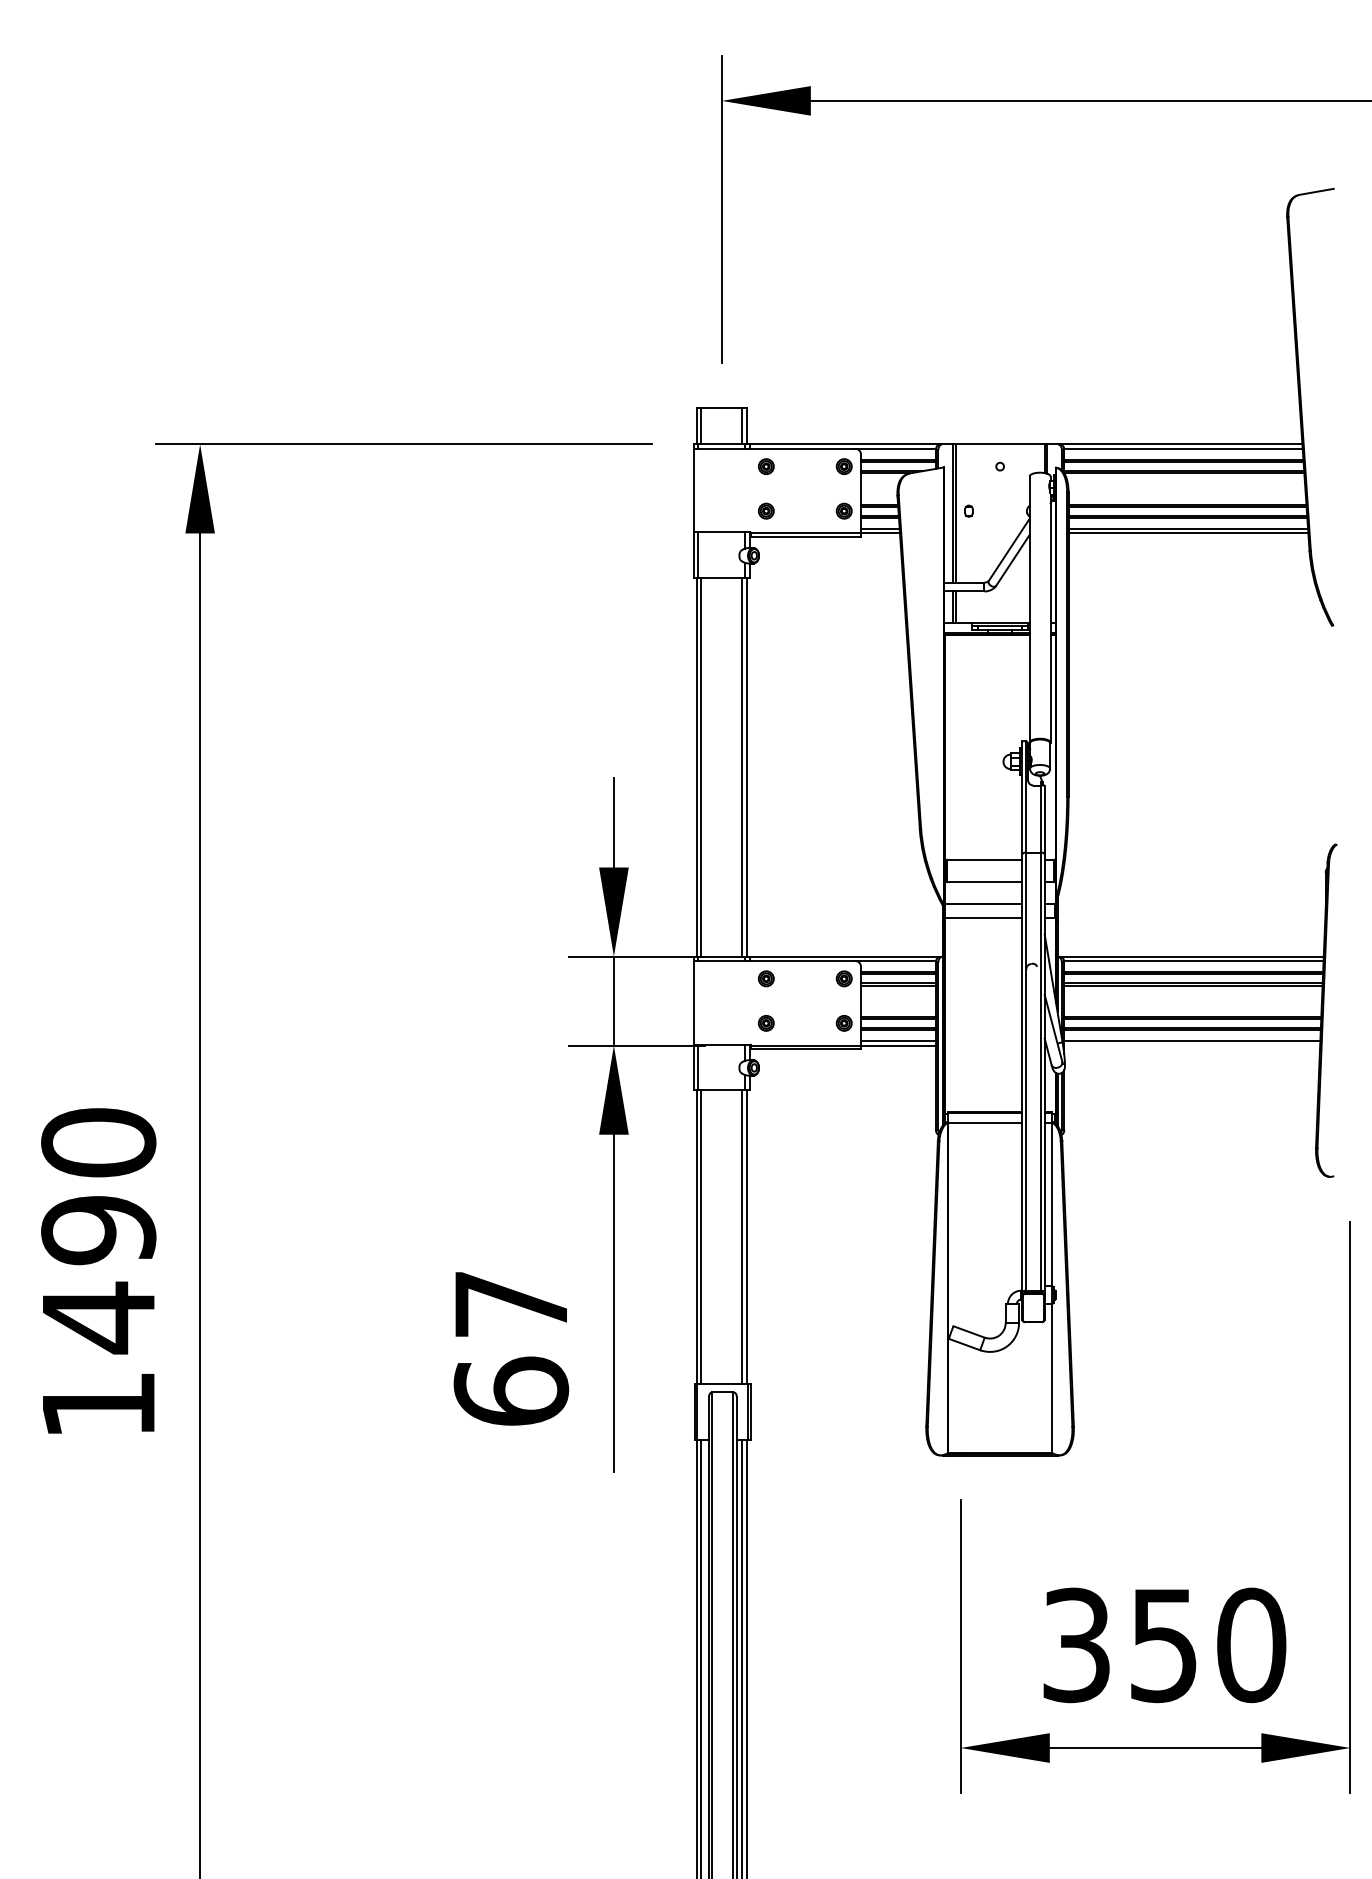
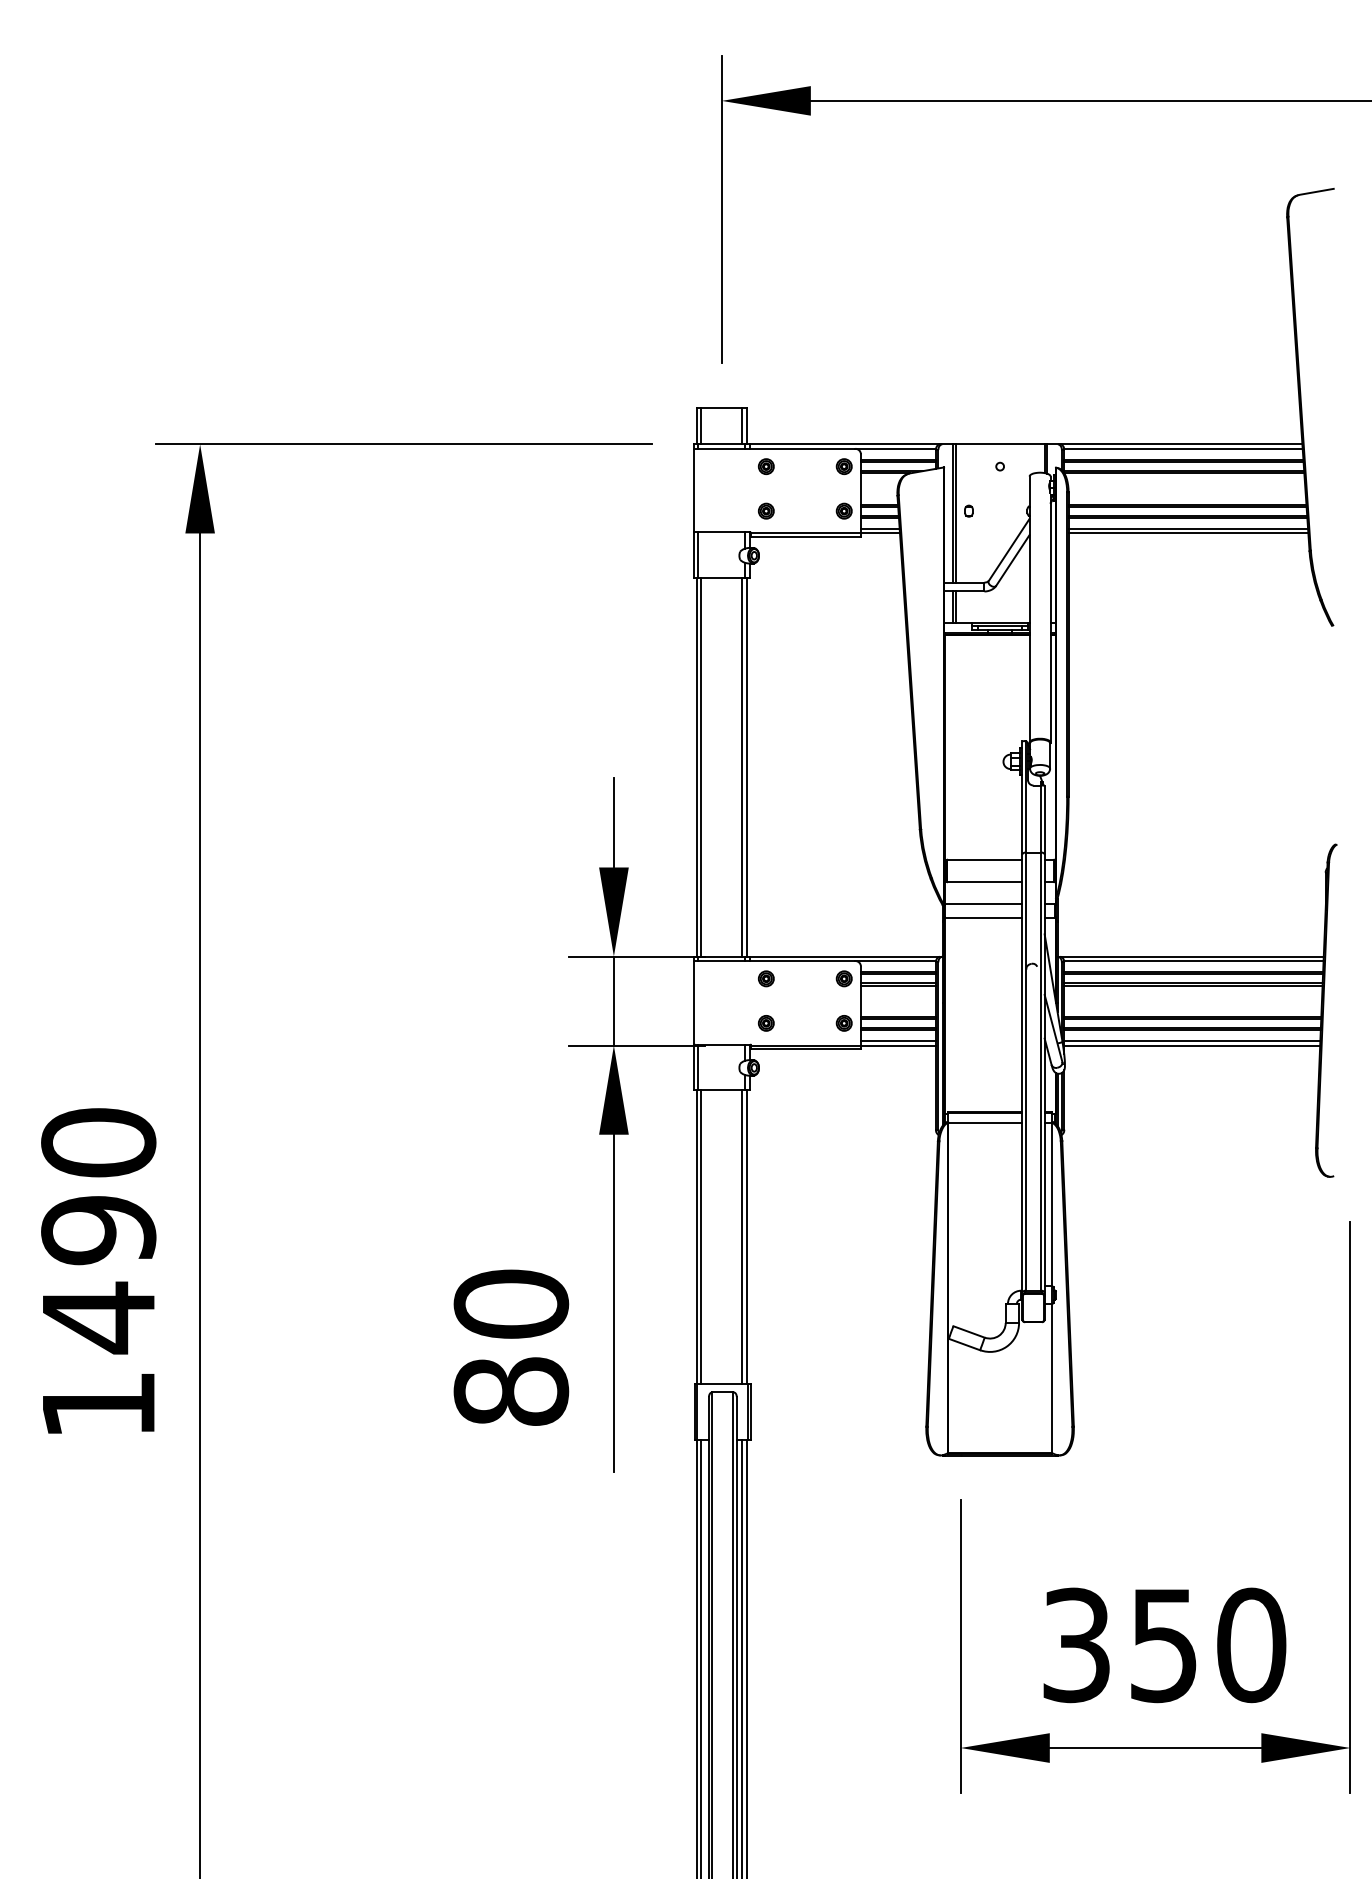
line at (1192, 1045): none -> present
text at (511, 1347): 67 -> 80
